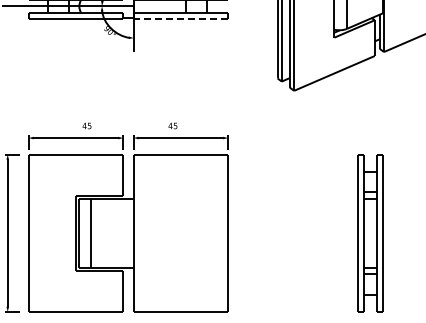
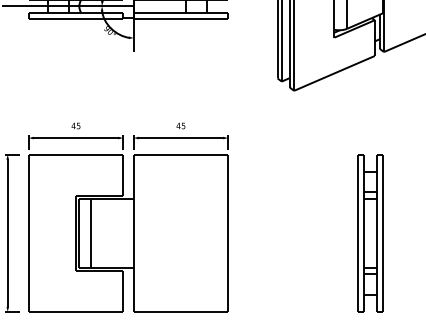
line at (180, 19): dashed -> solid
text at (86, 125) position: (86, 125) -> (75, 125)
text at (172, 125) position: (172, 125) -> (180, 125)
